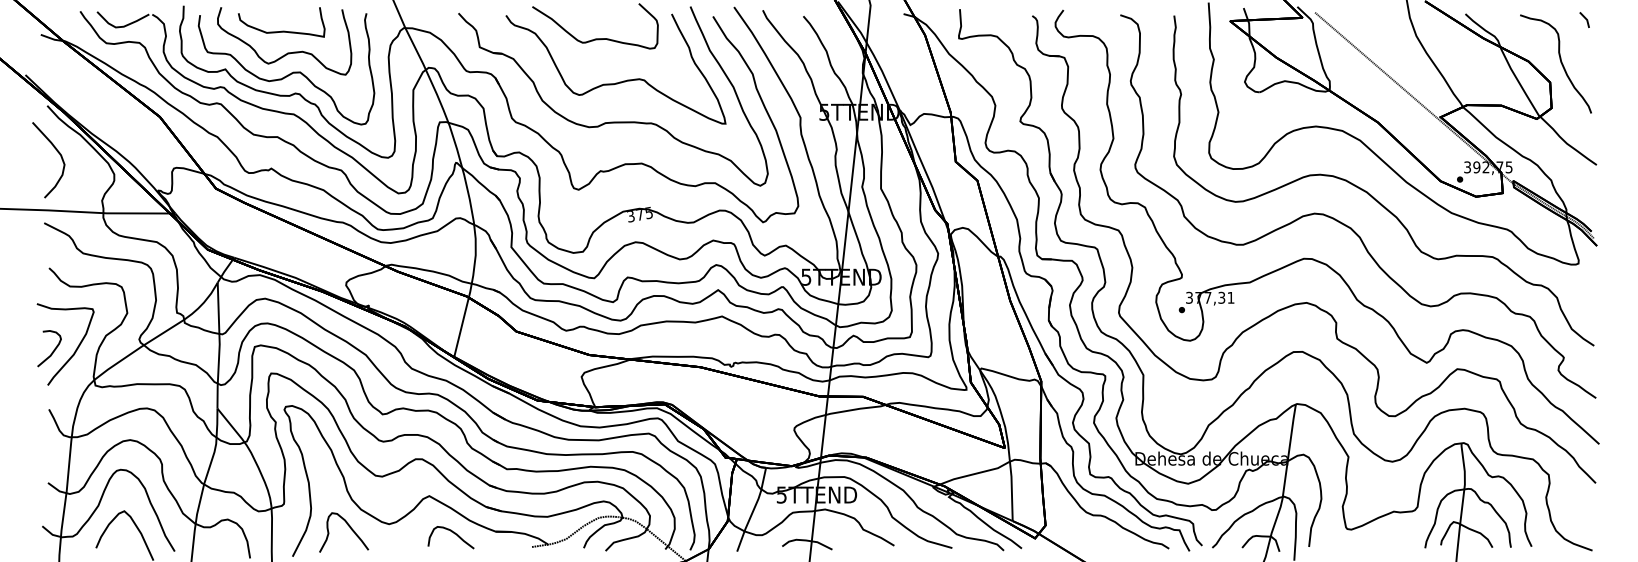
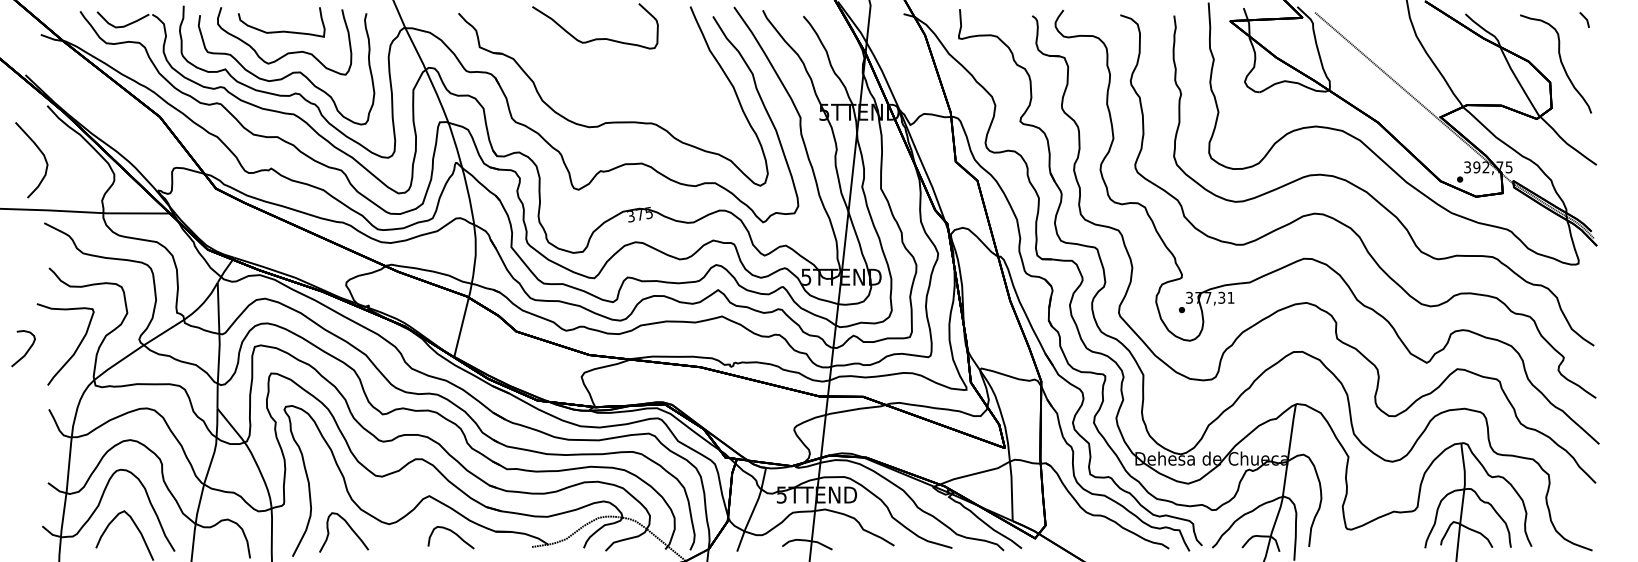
curve at (619, 81): present -> none
curve at (56, 151) position: (56, 151) -> (39, 151)
curve at (53, 349) position: (53, 349) -> (27, 349)
